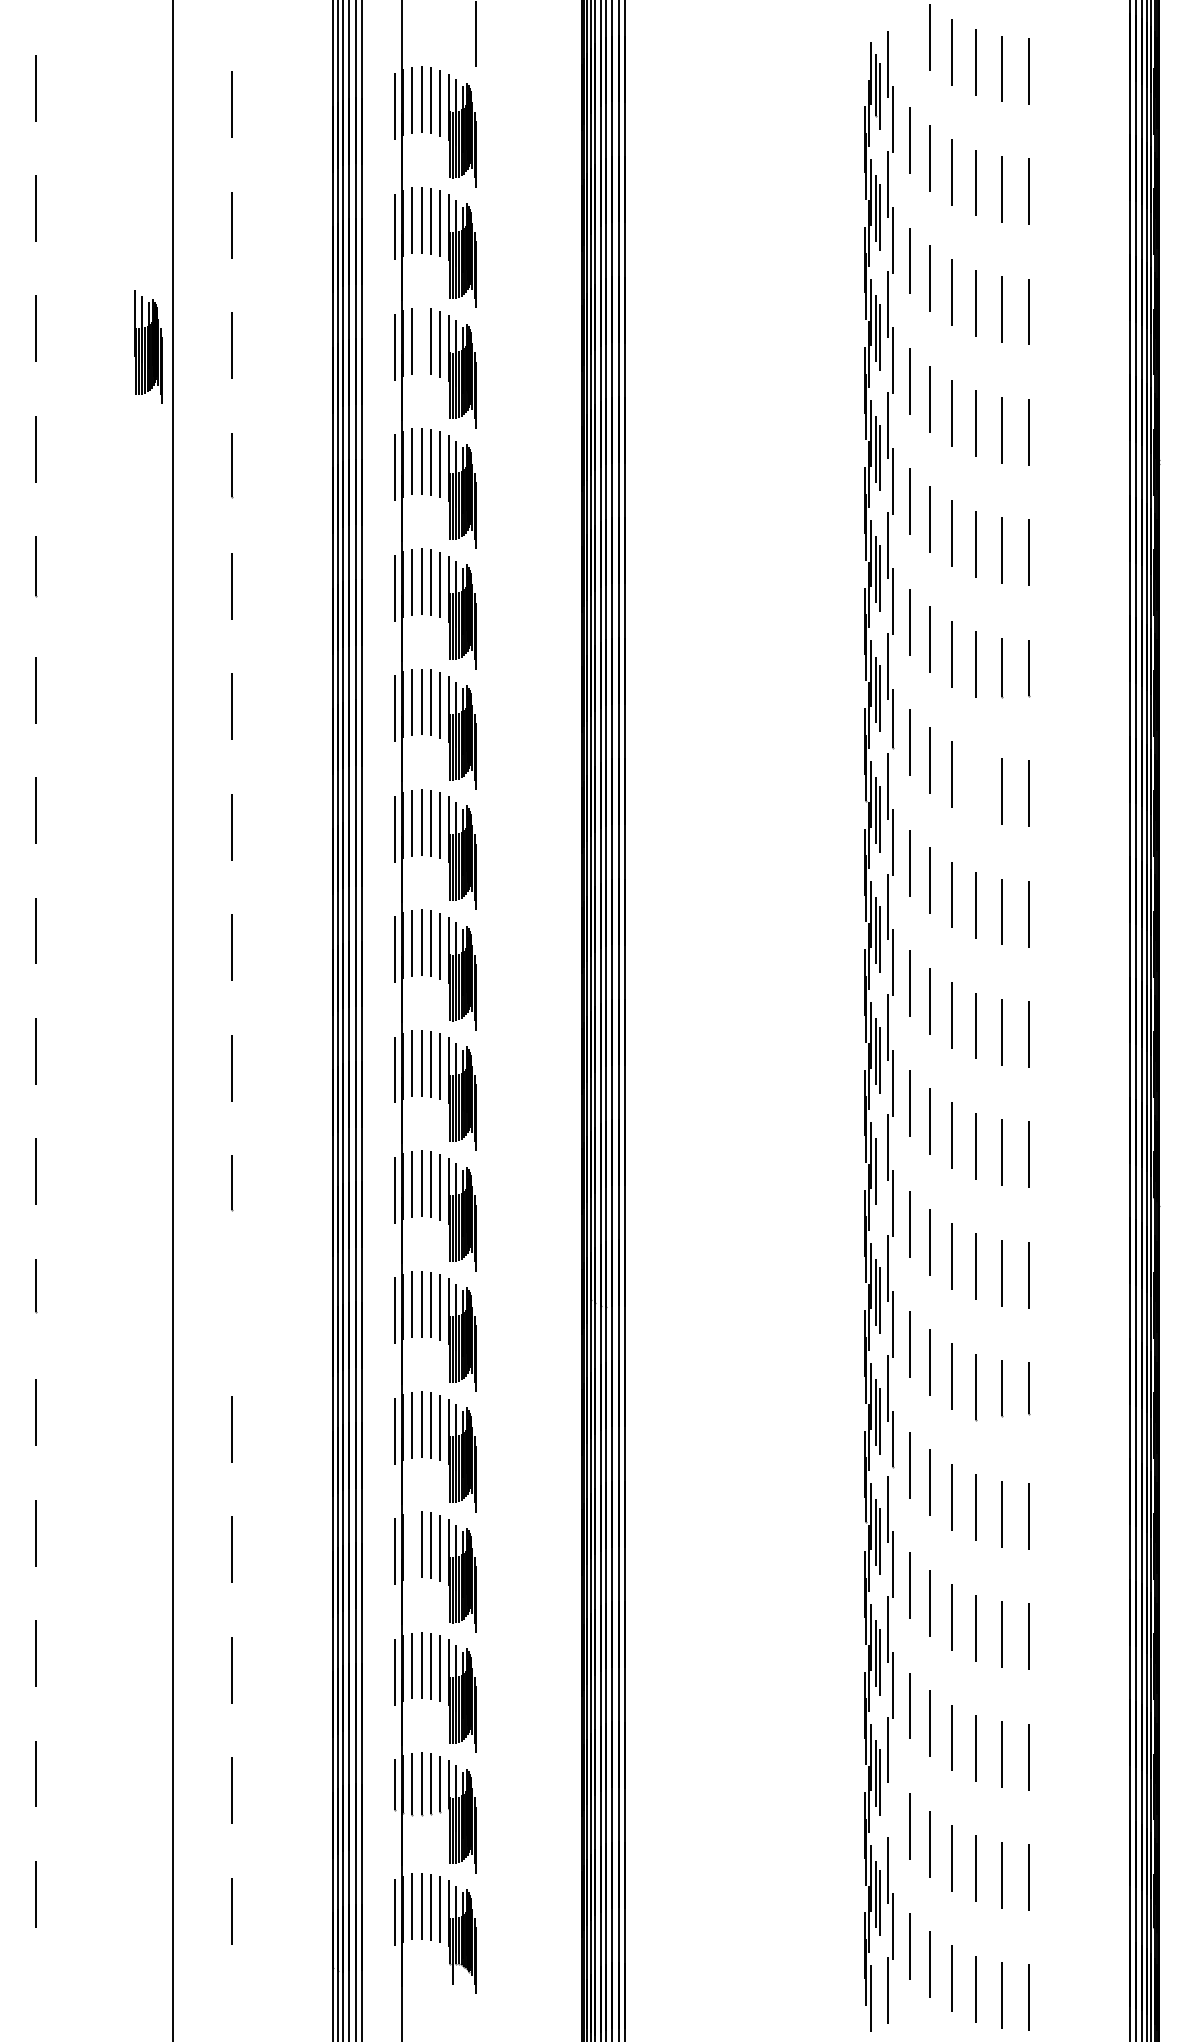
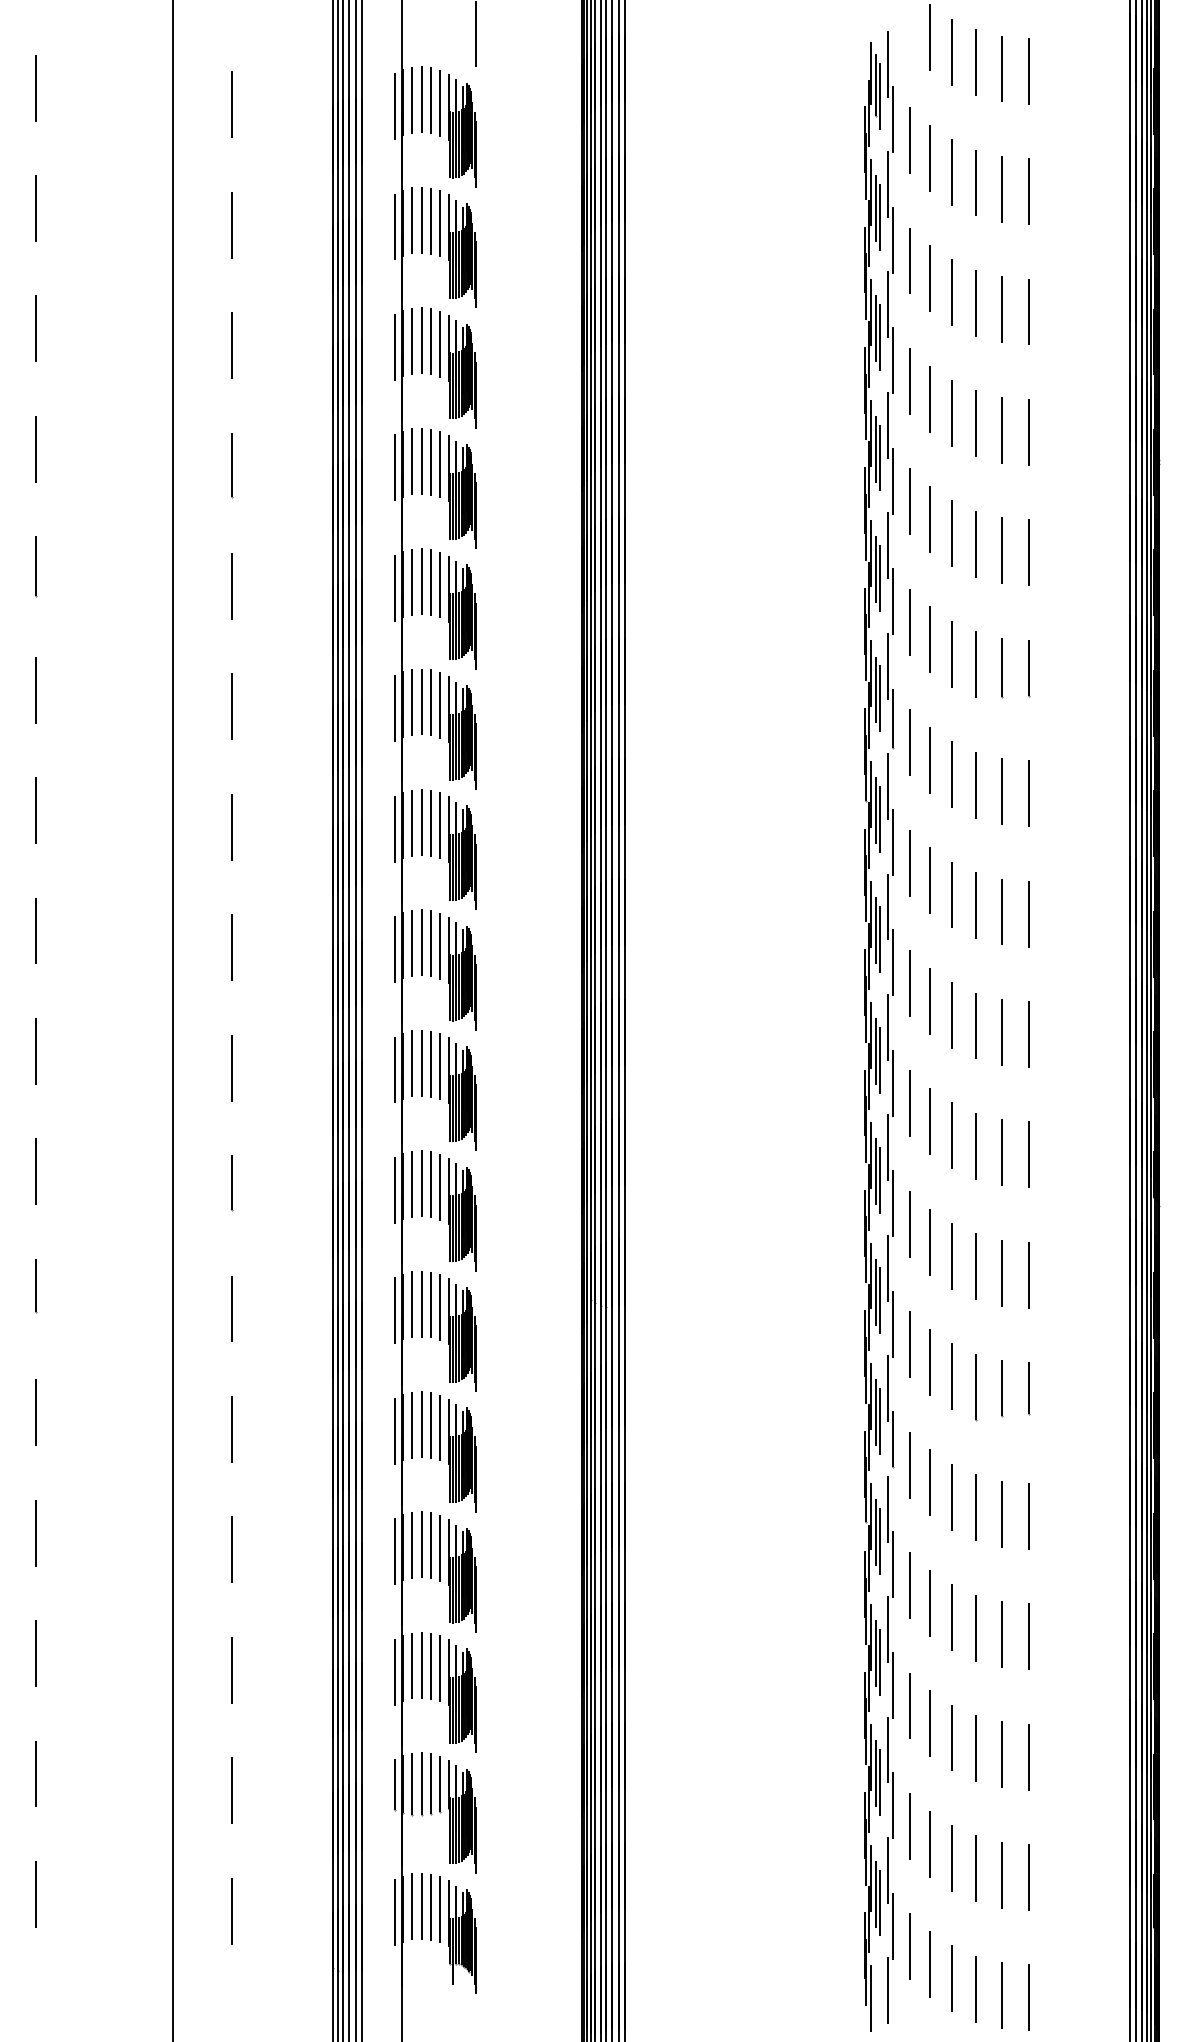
line at (421, 340): none -> present
part at (148, 346): present -> none
line at (975, 785): none -> present
line at (880, 1180): none -> present
line at (231, 1308): none -> present
line at (412, 1545): none -> present
line at (893, 1805): none -> present
